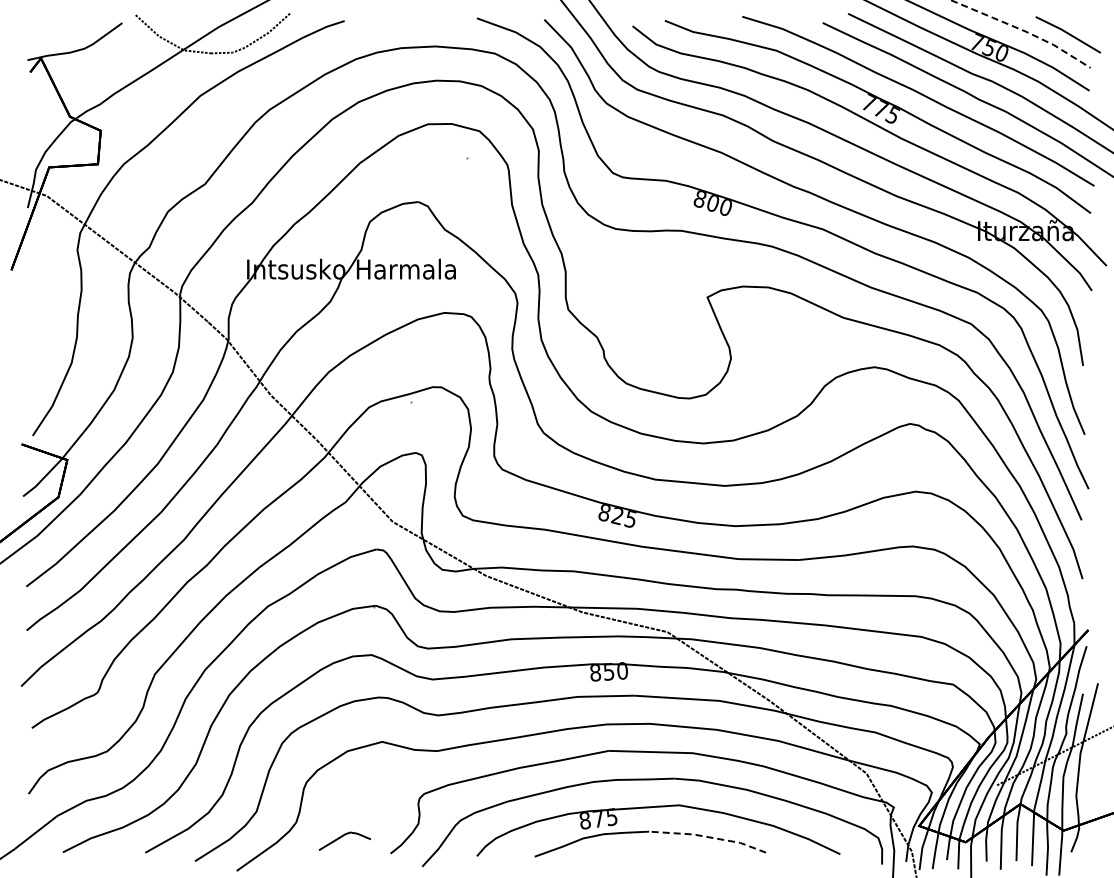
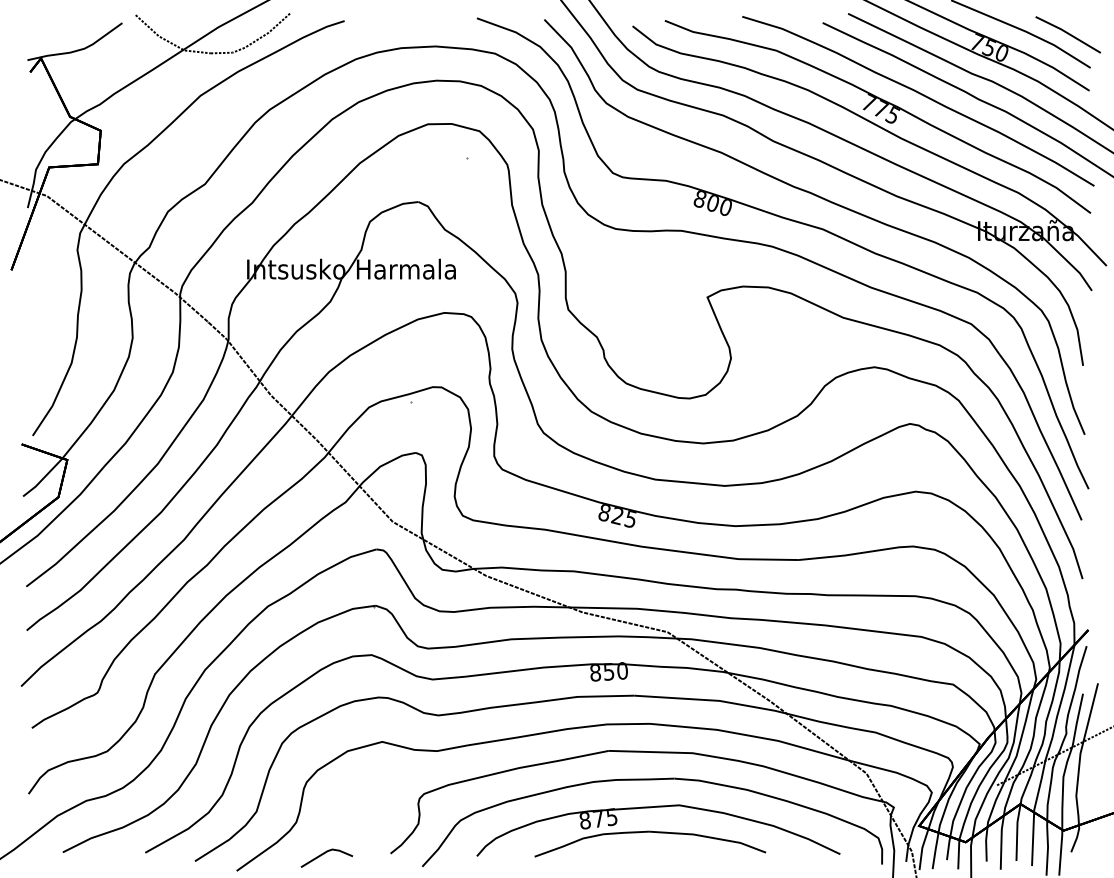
line at (1024, 30): dashed -> solid
line at (342, 837) position: (342, 837) -> (324, 854)
line at (708, 837): dashed -> solid
